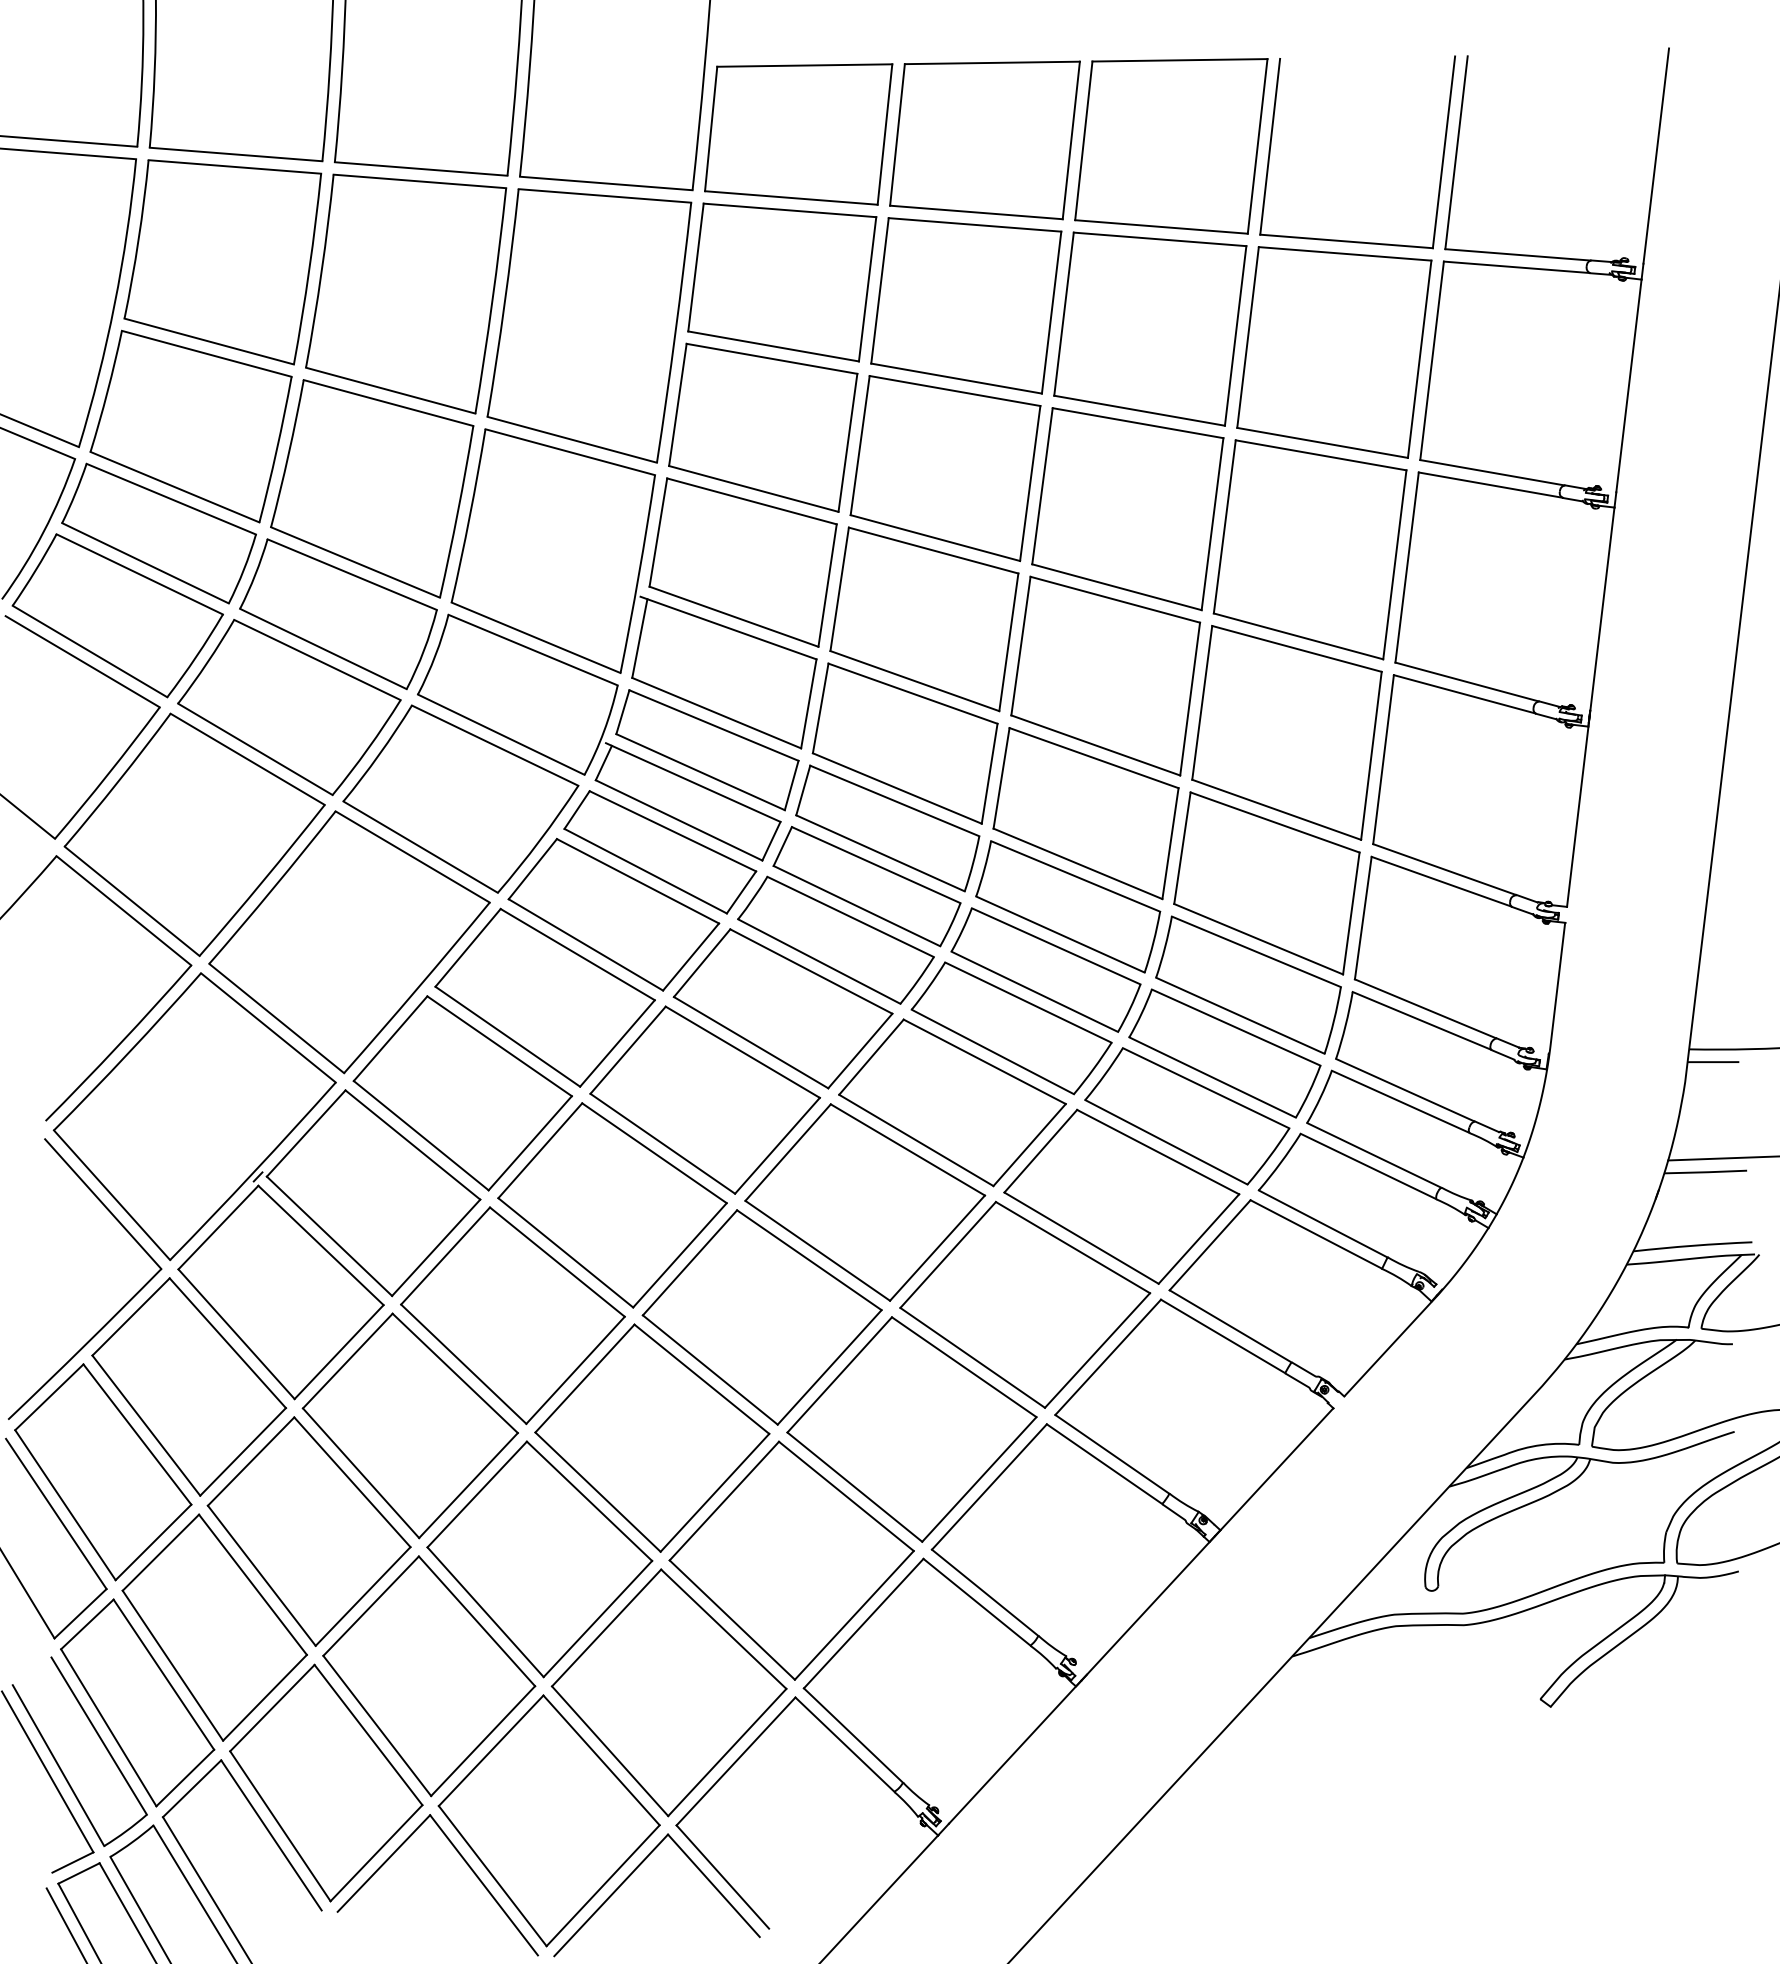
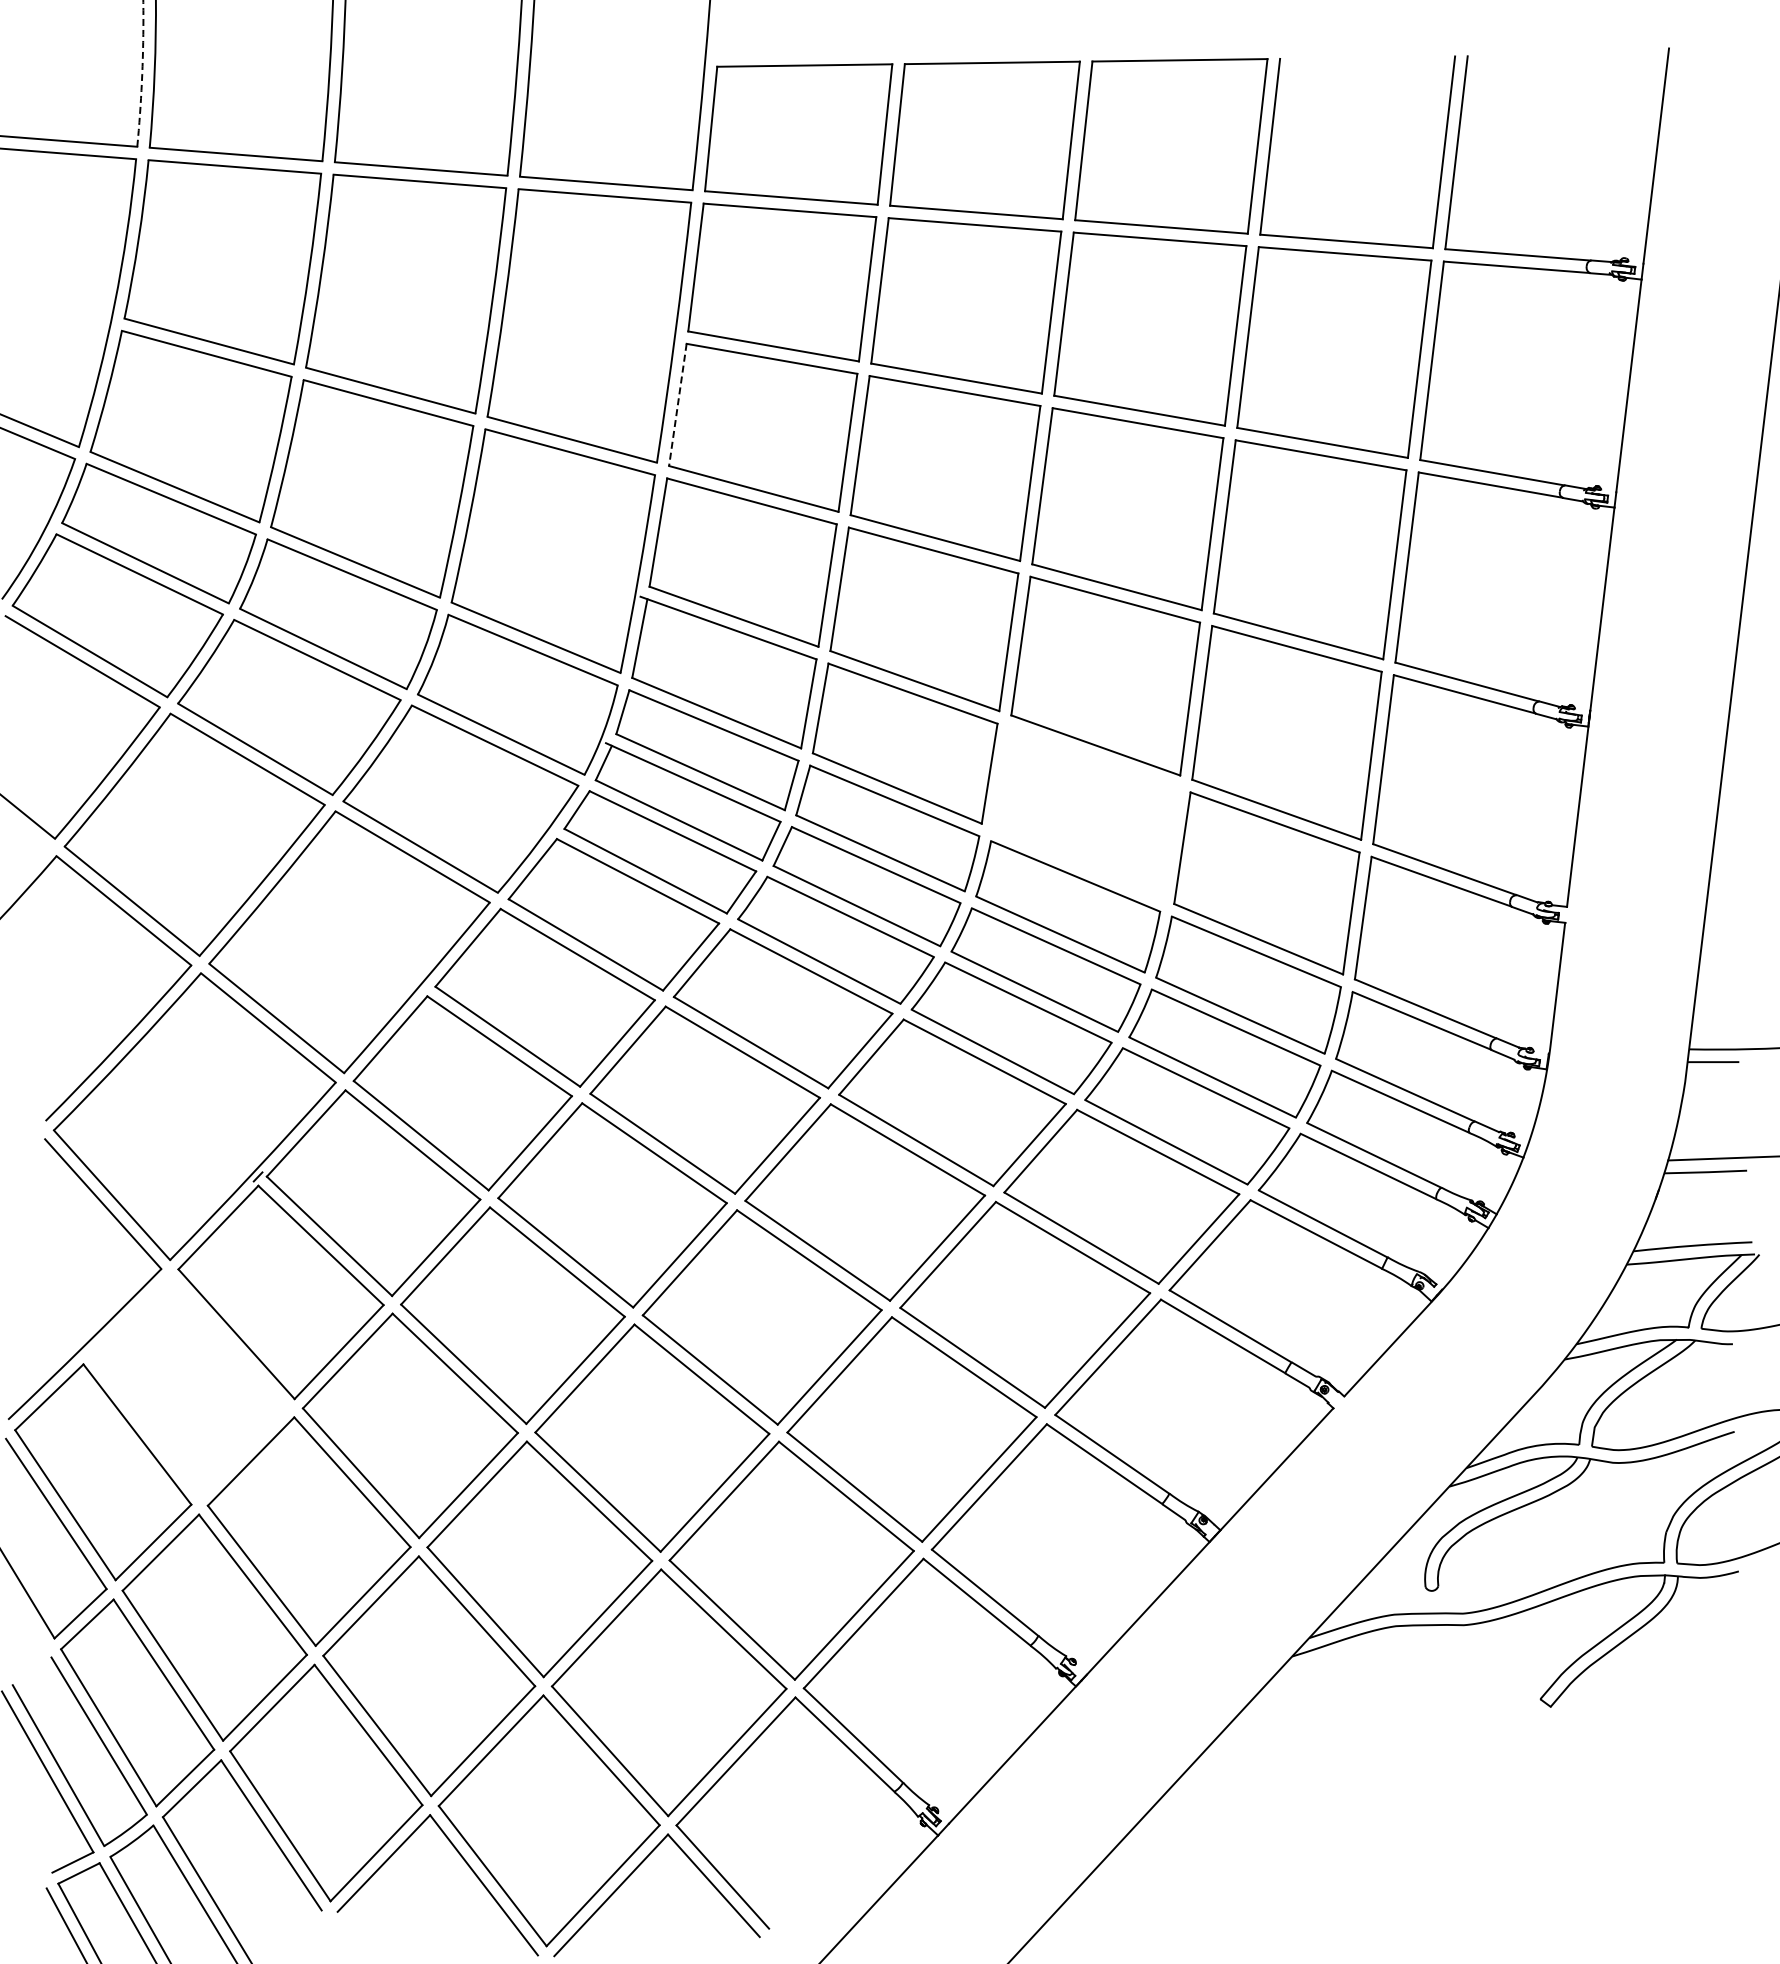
arc at (142, 73): solid -> dashed
line at (677, 404): solid -> dashed
part at (1085, 813): present -> none
part at (189, 1386): present -> none
